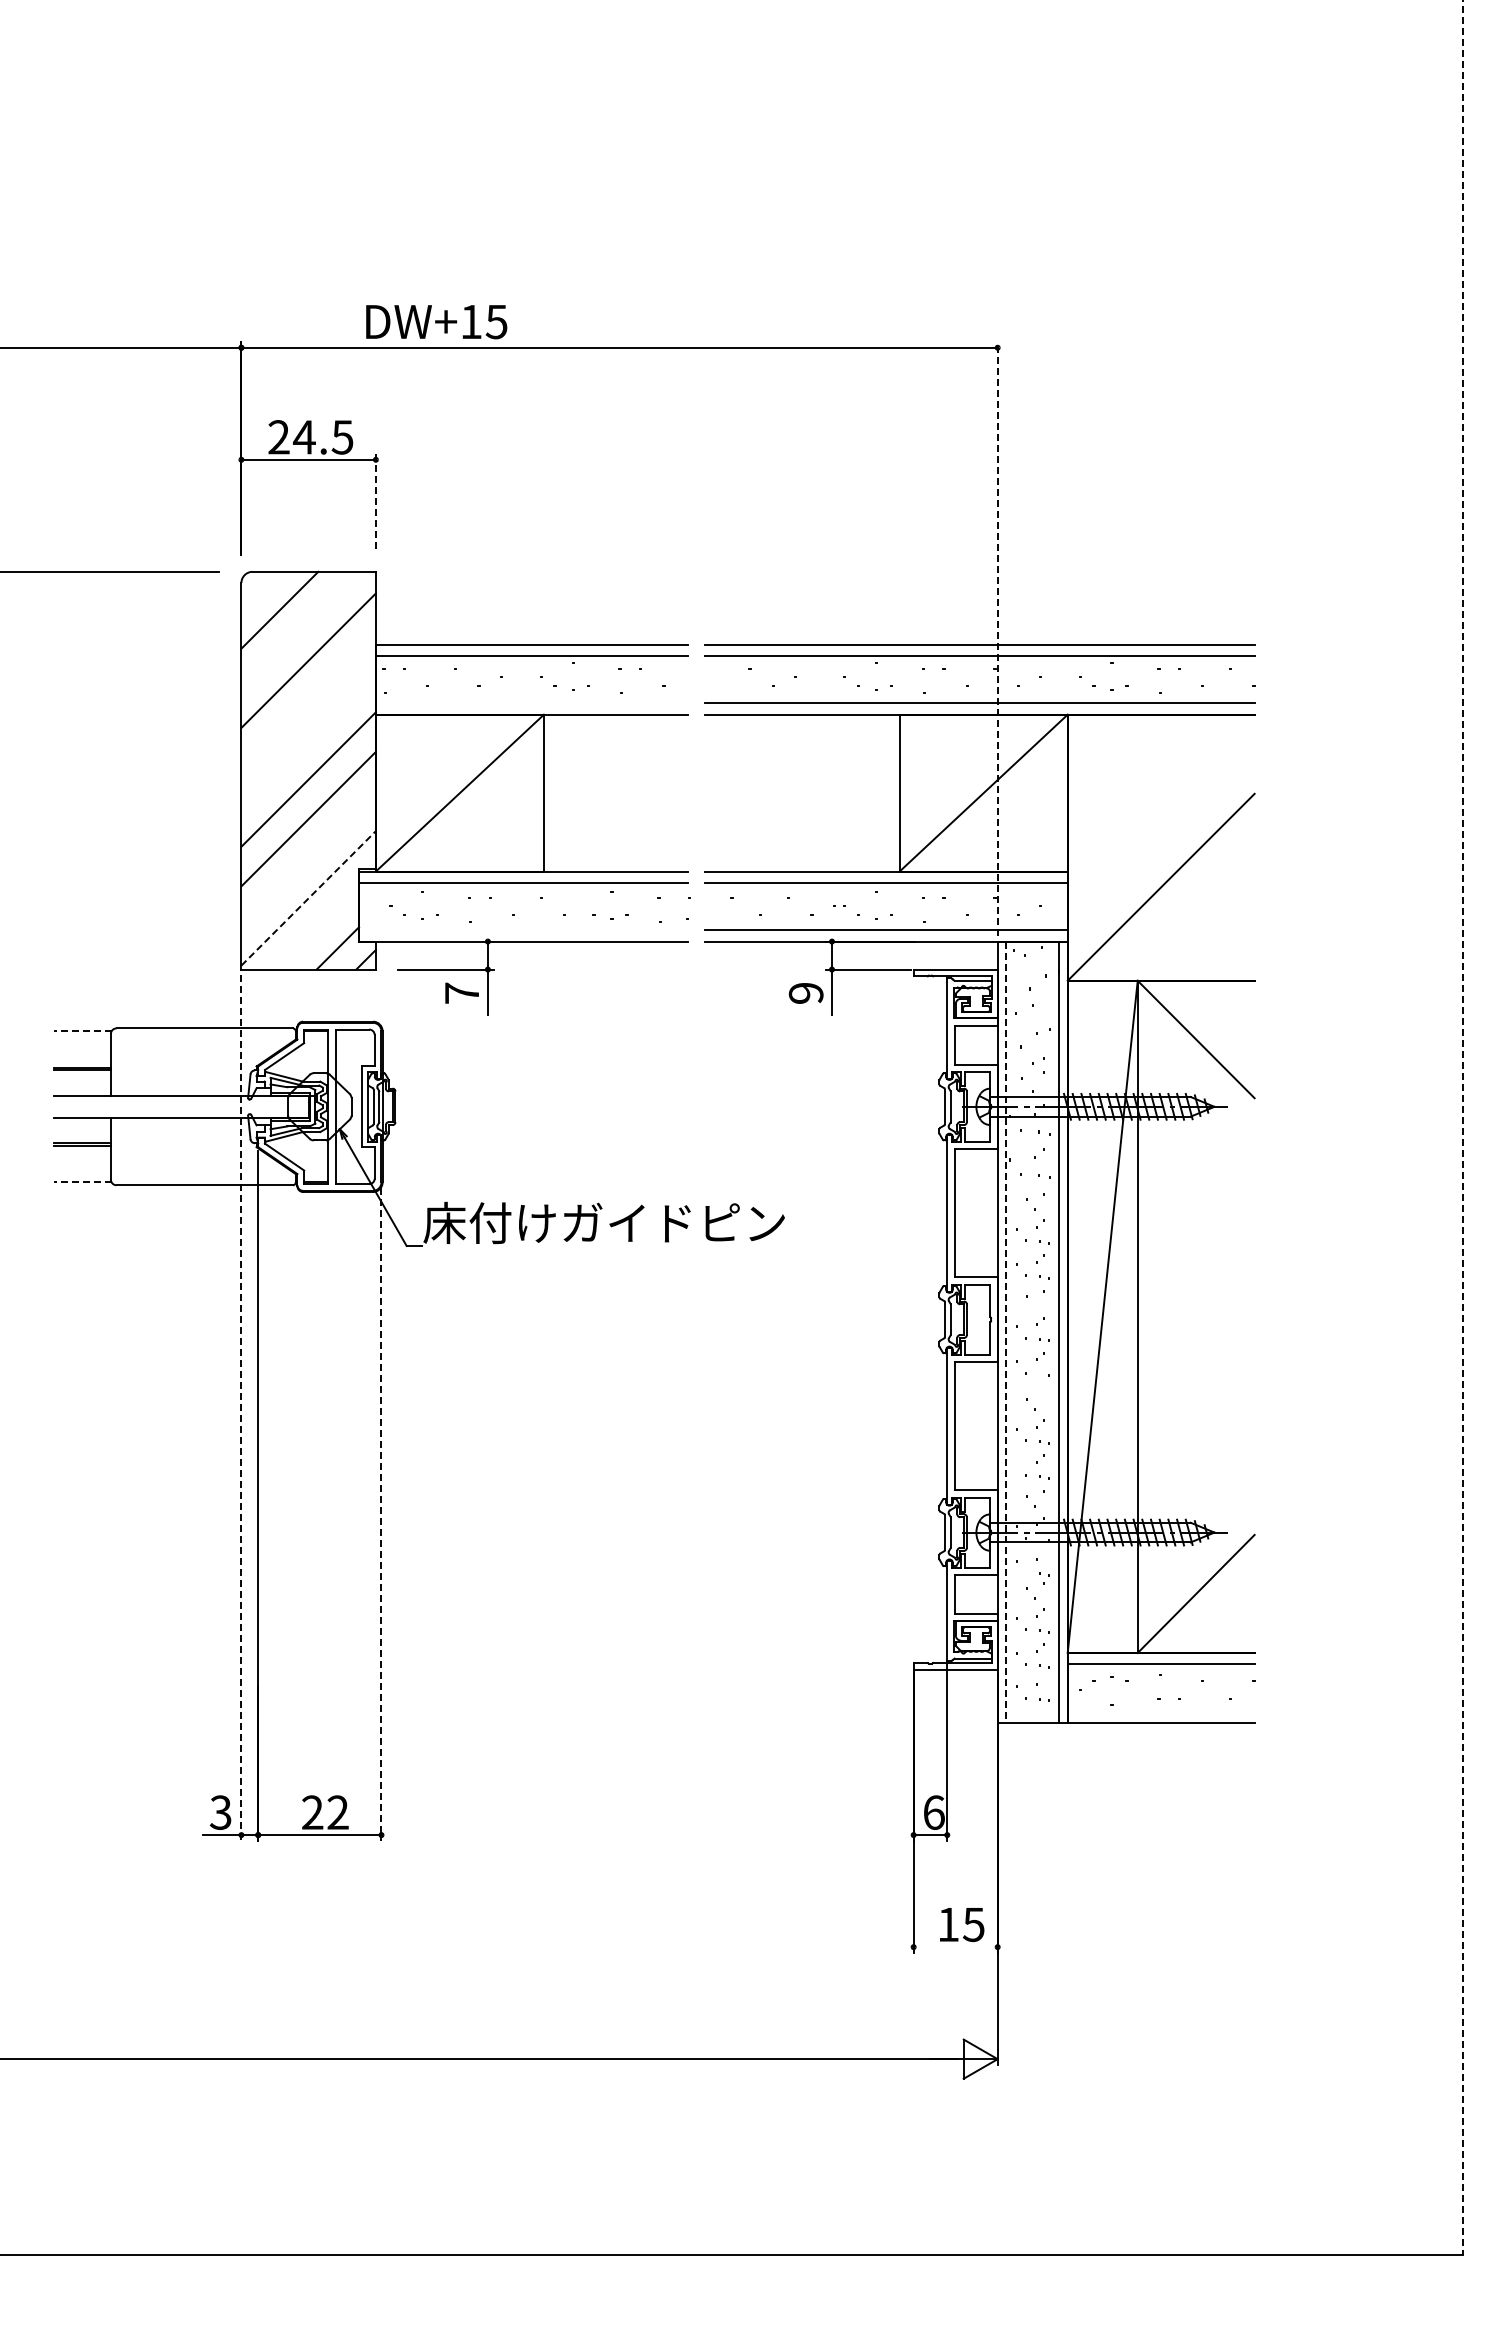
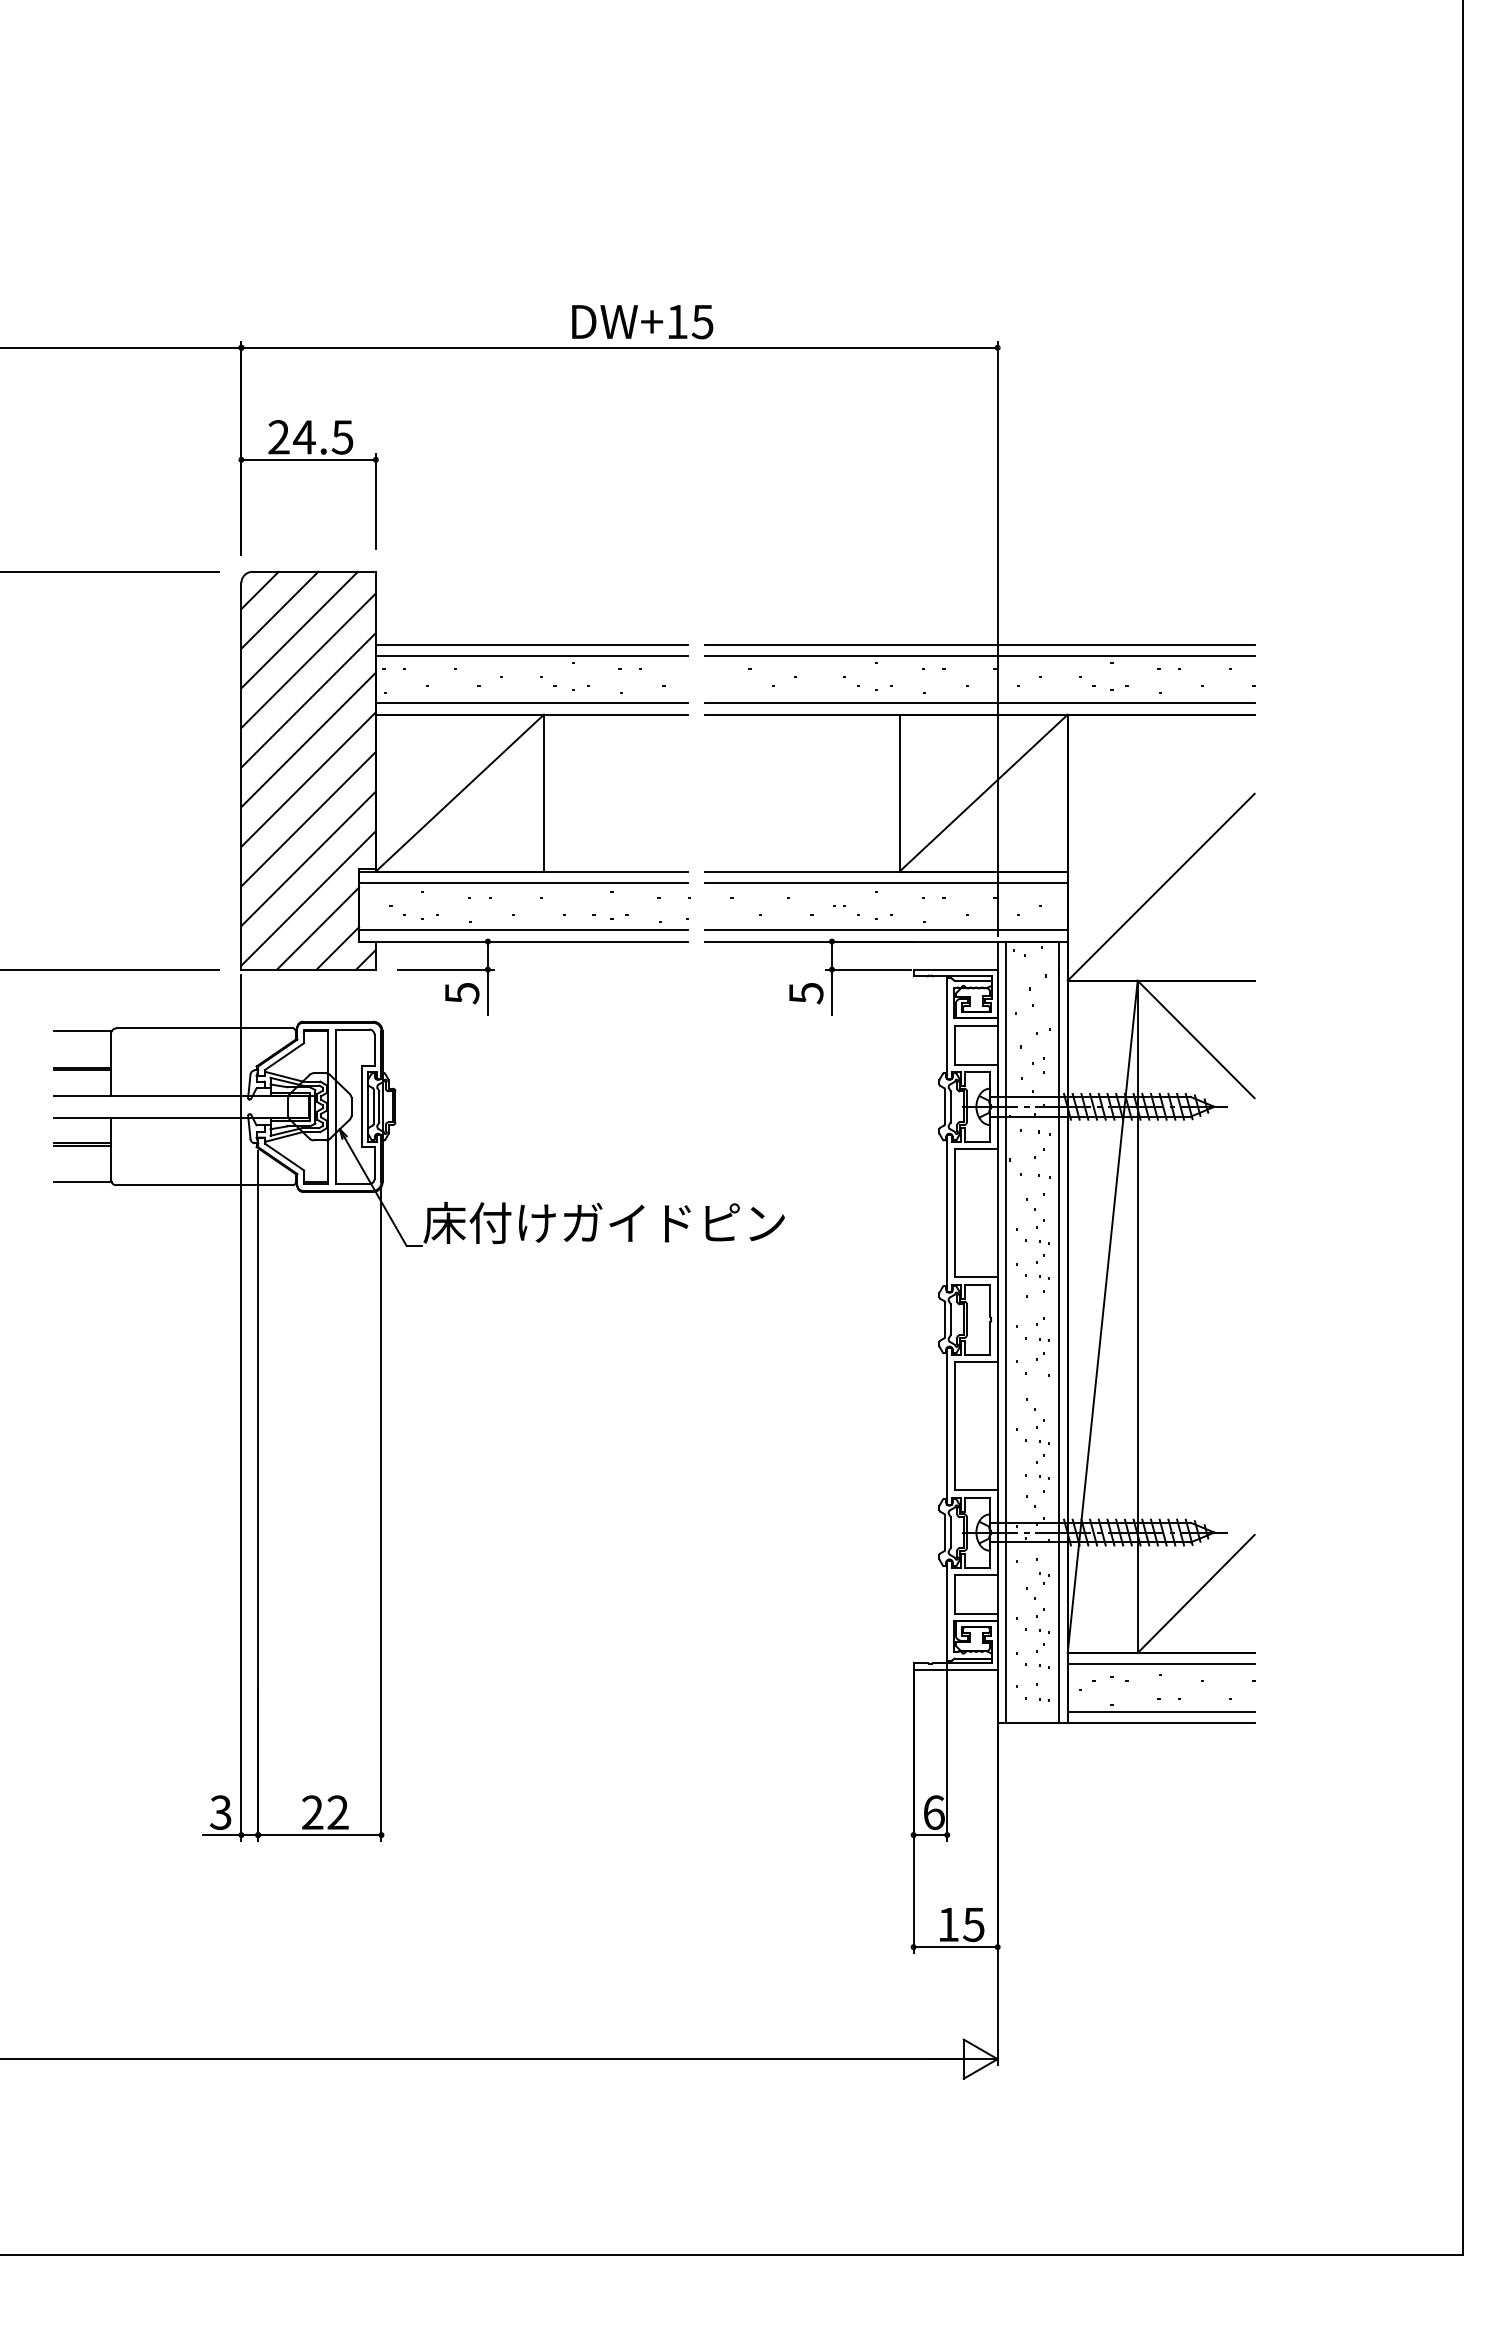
text at (436, 322) position: (436, 322) -> (642, 322)
line at (375, 501): dashed -> solid
line at (259, 590): none -> present
line at (299, 629): none -> present
line at (997, 639): dashed -> solid
line at (308, 700): none -> present
line at (531, 703): none -> present
line at (308, 739): none -> present
line at (308, 858): none -> present
line at (309, 898): dashed -> solid
line at (318, 928): none -> present
line at (523, 930): none -> present
line at (110, 969): none -> present
text at (462, 993): 7 -> 5
text at (805, 993): 9 -> 5
line at (82, 1031): dashed -> solid
line at (1462, 1127): dashed -> solid
line at (82, 1182): dashed -> solid
line at (1006, 1332): dashed -> solid
line at (241, 1407): dashed -> solid
line at (381, 1514): dashed -> solid
line at (1160, 1711): none -> present
line at (955, 1947): none -> present
